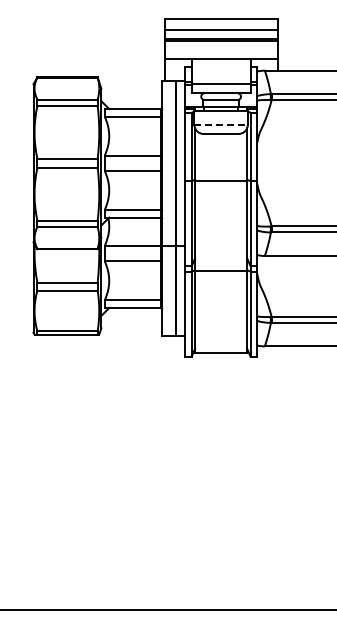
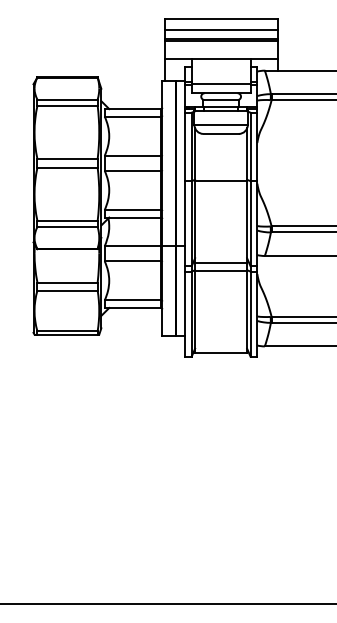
line at (221, 124): dashed -> solid
line at (221, 262): none -> present
line at (167, 610) position: (167, 610) -> (167, 604)
